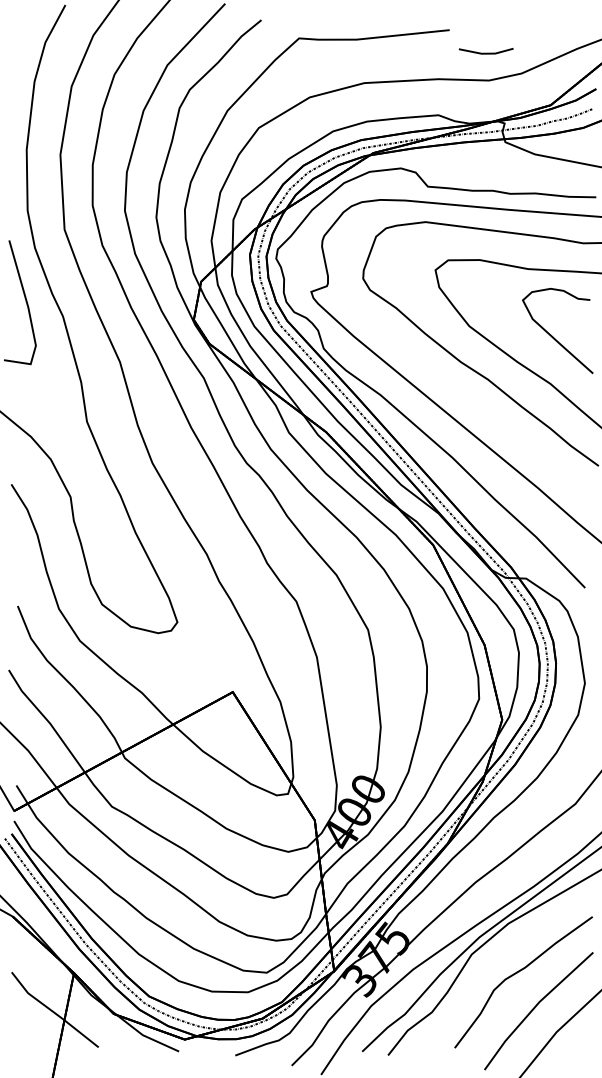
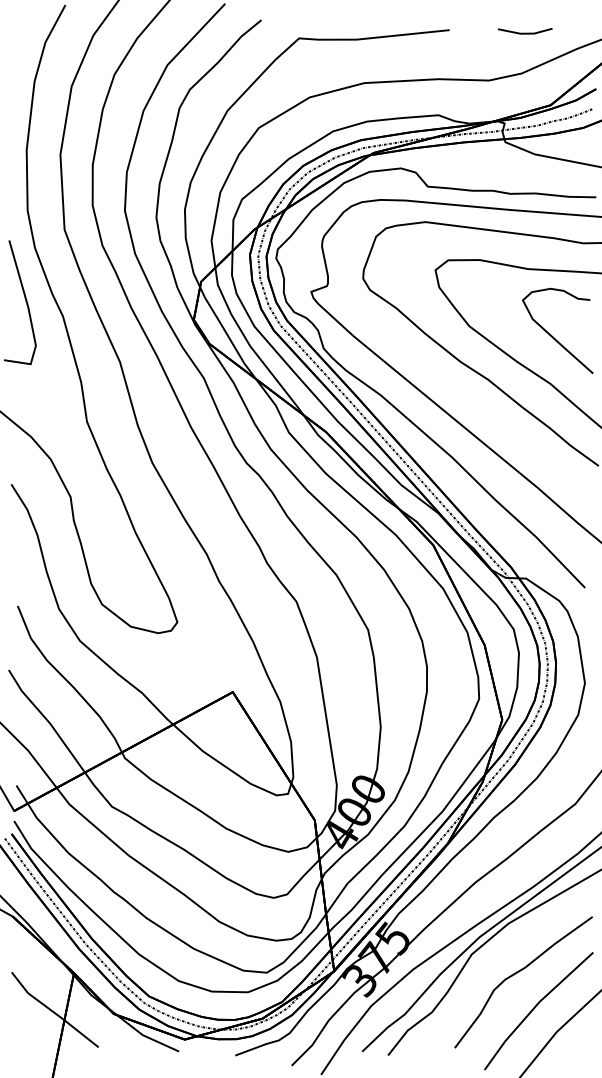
line at (485, 52) position: (485, 52) -> (524, 32)
